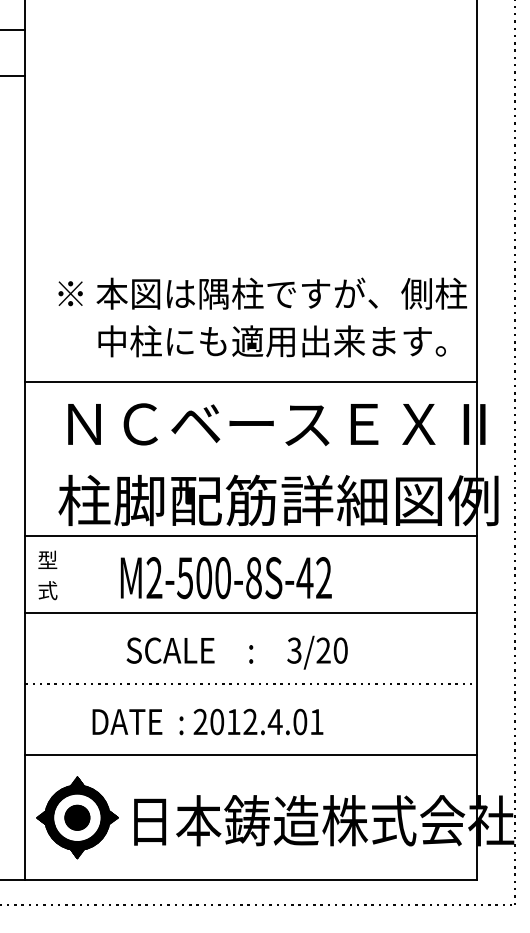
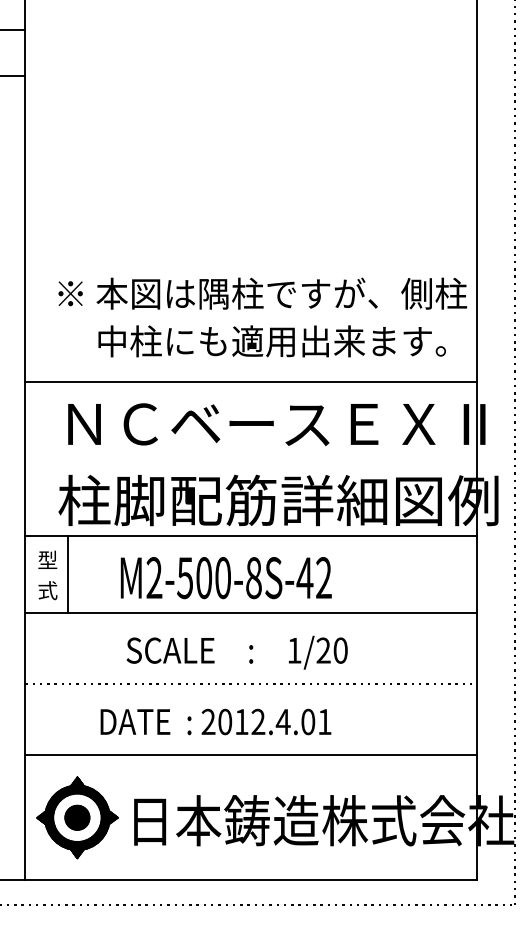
line at (67, 573): none -> present
text at (294, 650): 3/20 -> 1/20
text at (207, 721) position: (207, 721) -> (215, 721)
